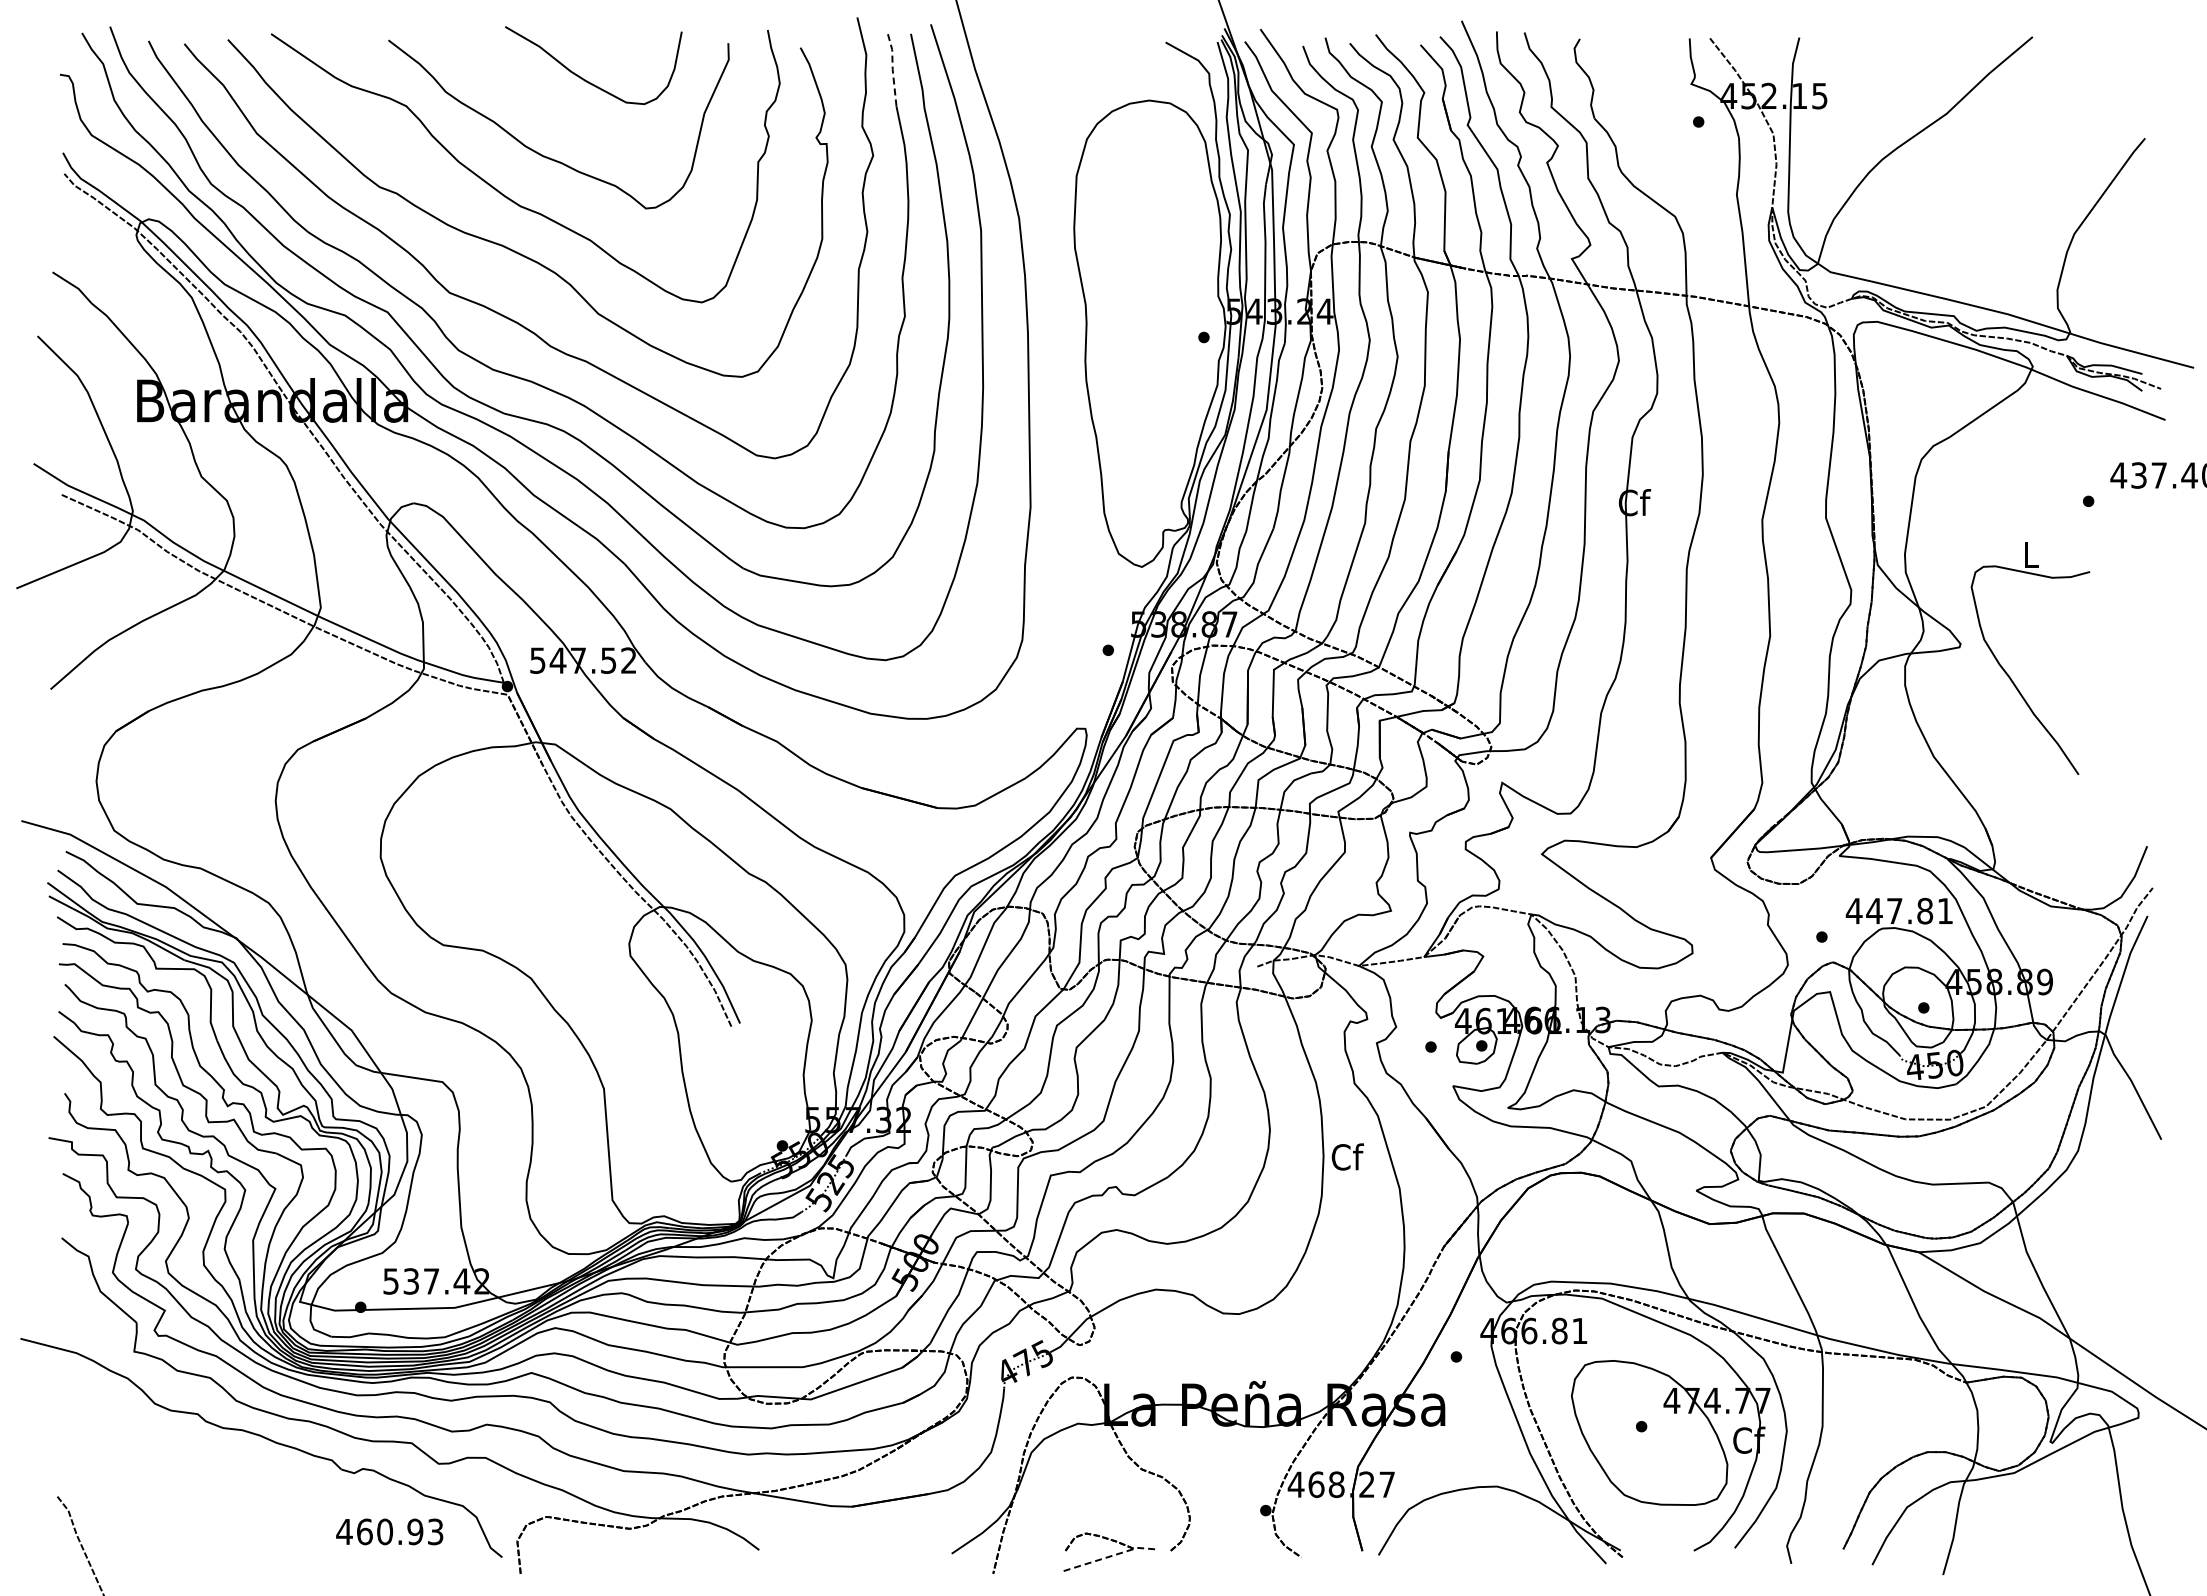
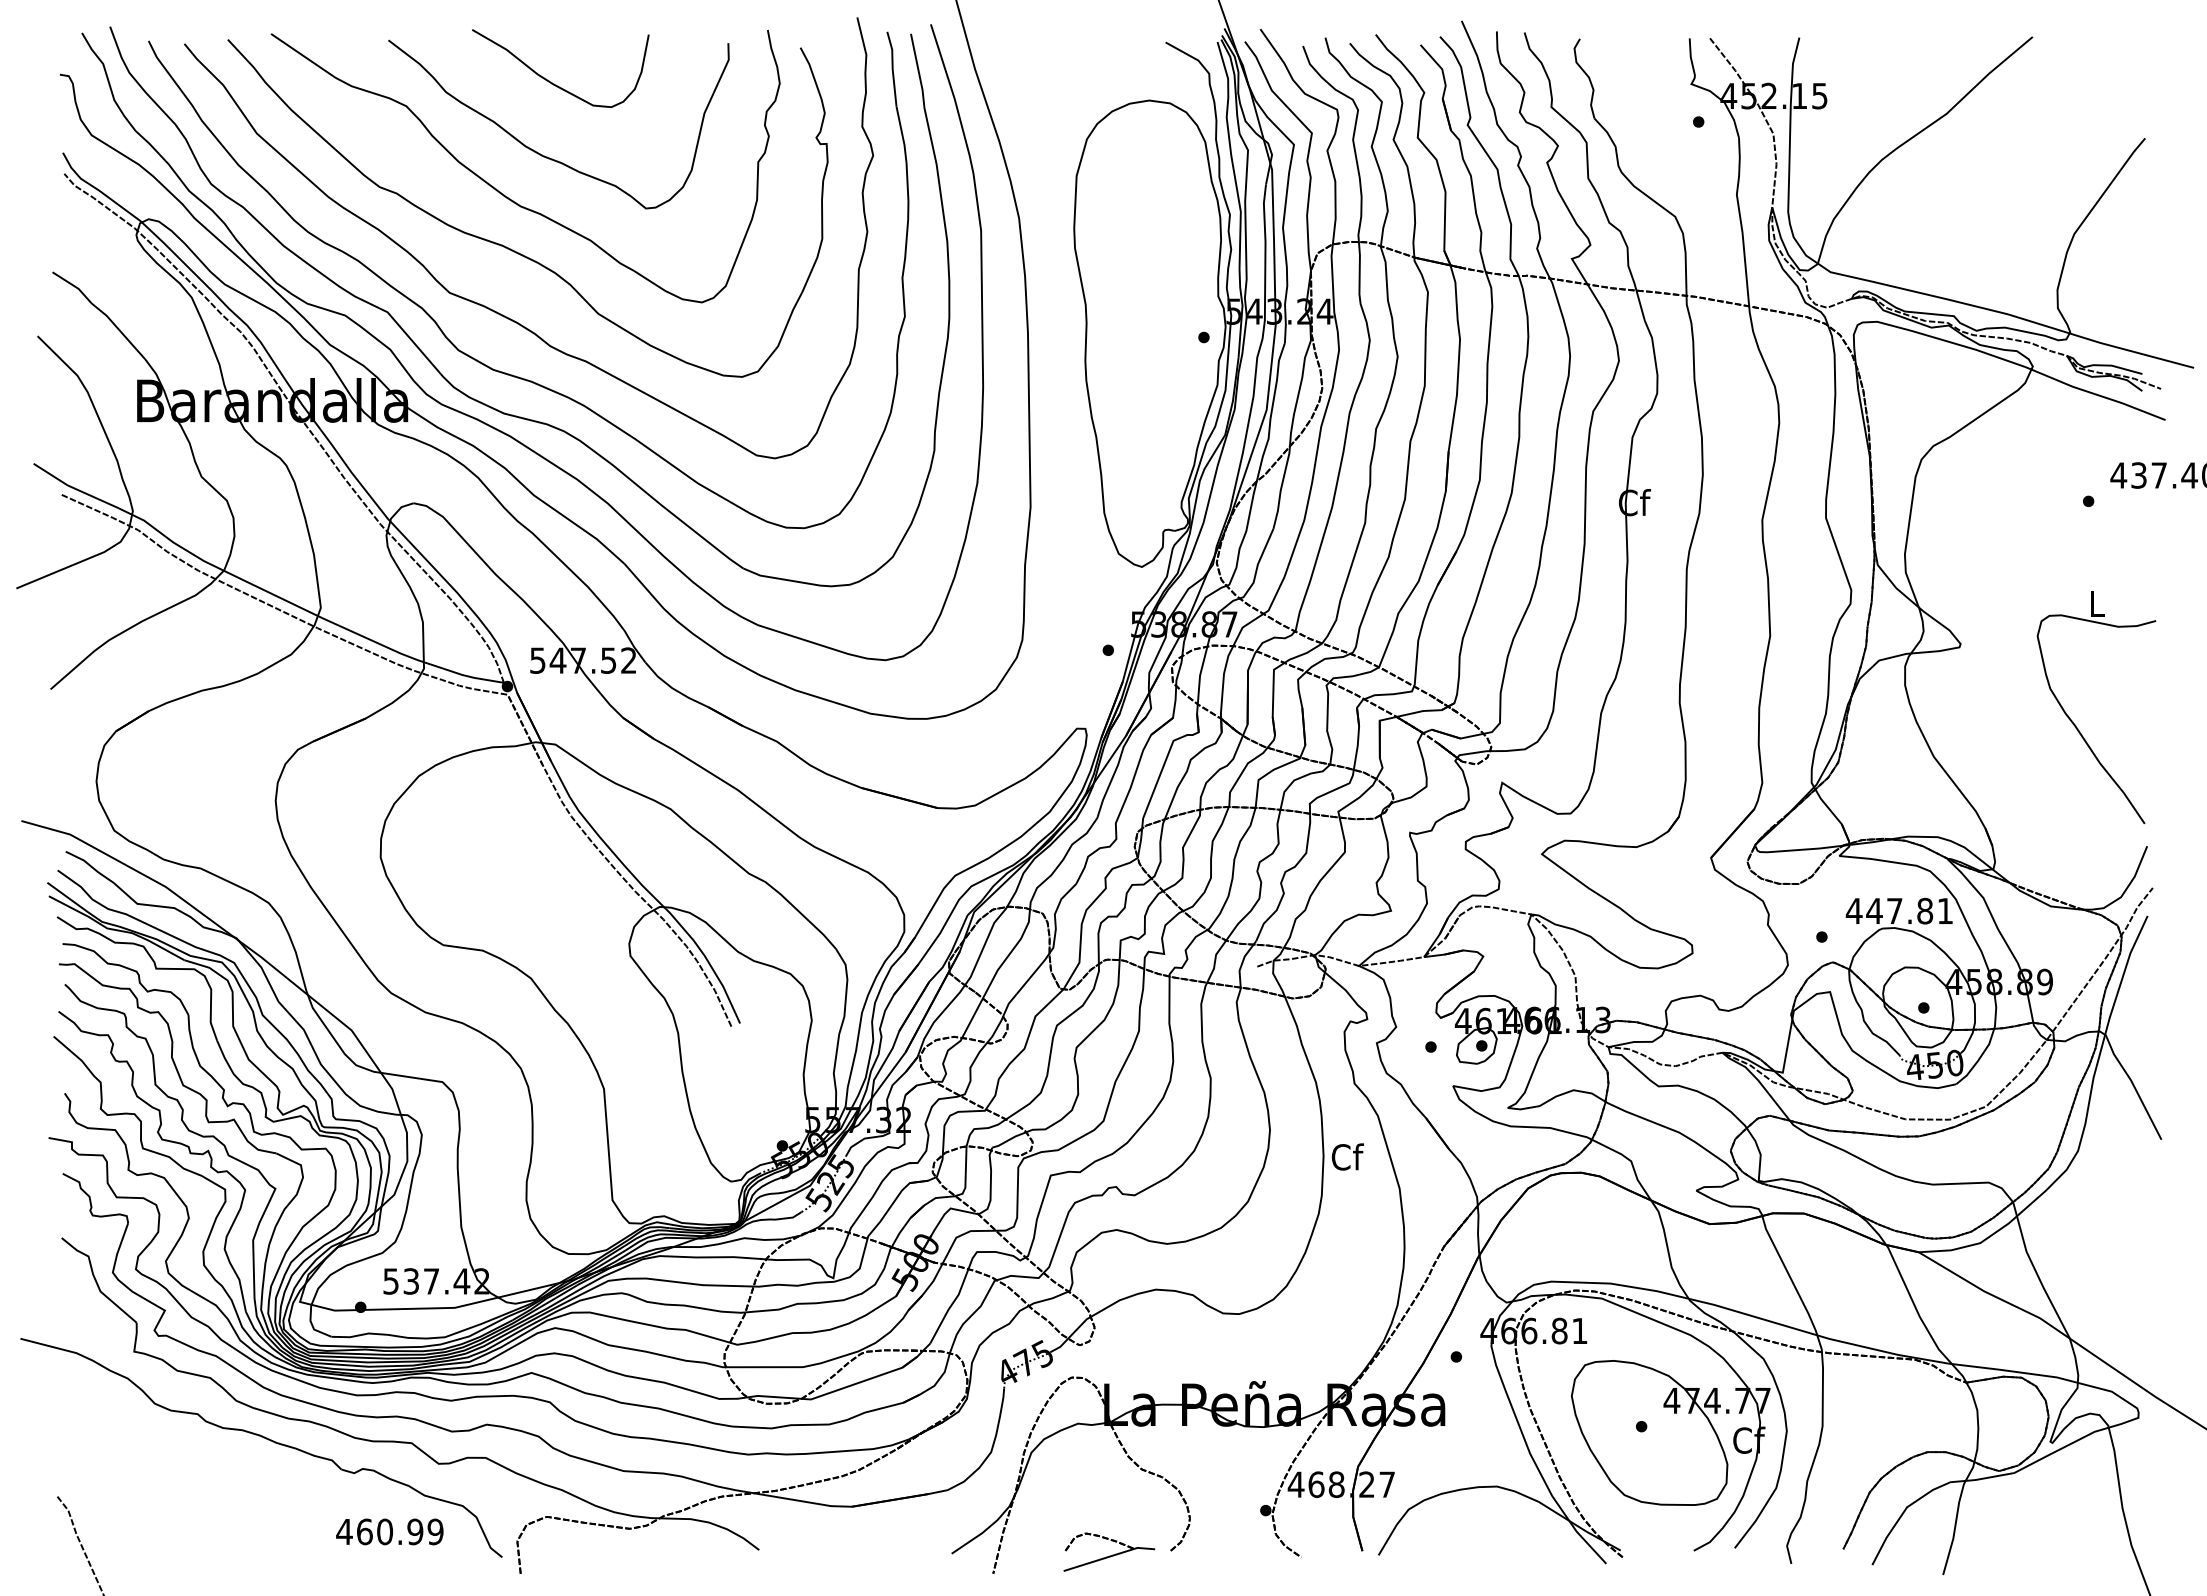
line at (892, 68): dashed -> solid
curve at (585, 79) position: (585, 79) -> (552, 82)
part at (2010, 676) position: (2010, 676) -> (2076, 725)
text at (435, 1531): 460.93 -> 460.99
line at (1110, 1556): dashed -> solid
